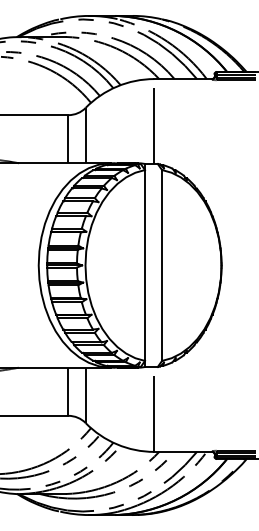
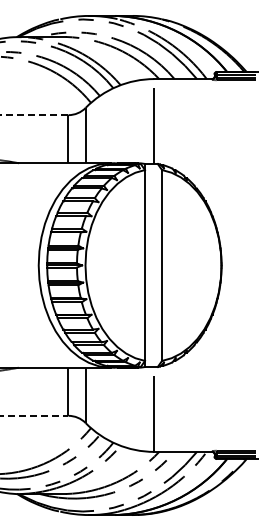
line at (34, 115): solid -> dashed
line at (34, 415): solid -> dashed
